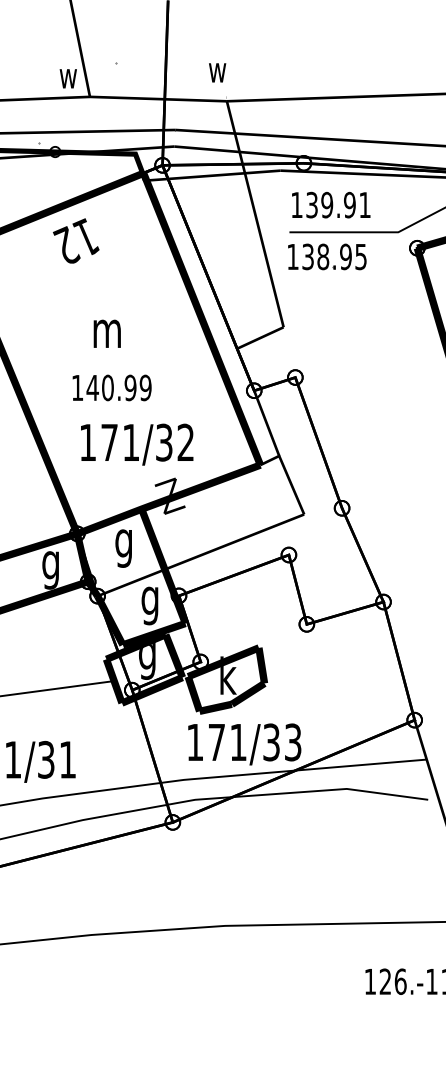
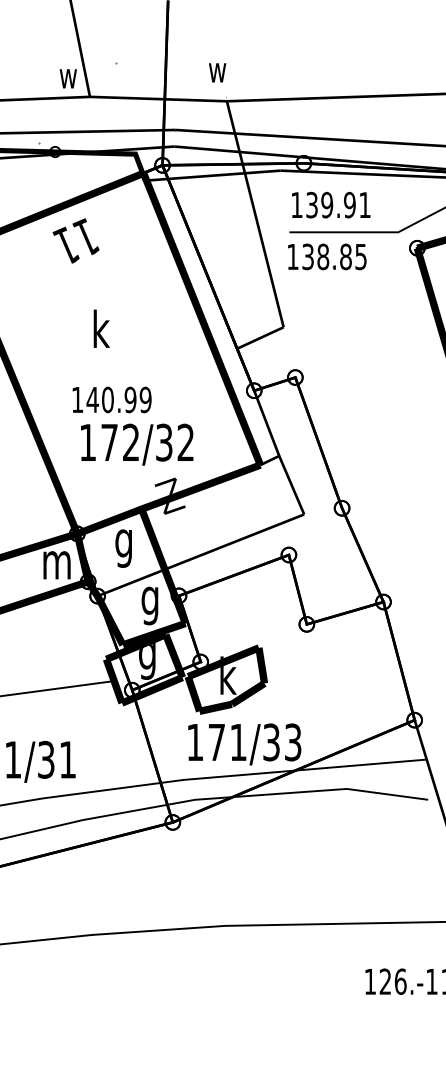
text at (66, 244): 12 -> 11
text at (345, 256): 138.95 -> 138.85
text at (106, 328): m -> k
text at (111, 387) position: (111, 387) -> (111, 399)
text at (130, 441): 171/32 -> 172/32
text at (56, 570): g -> m
